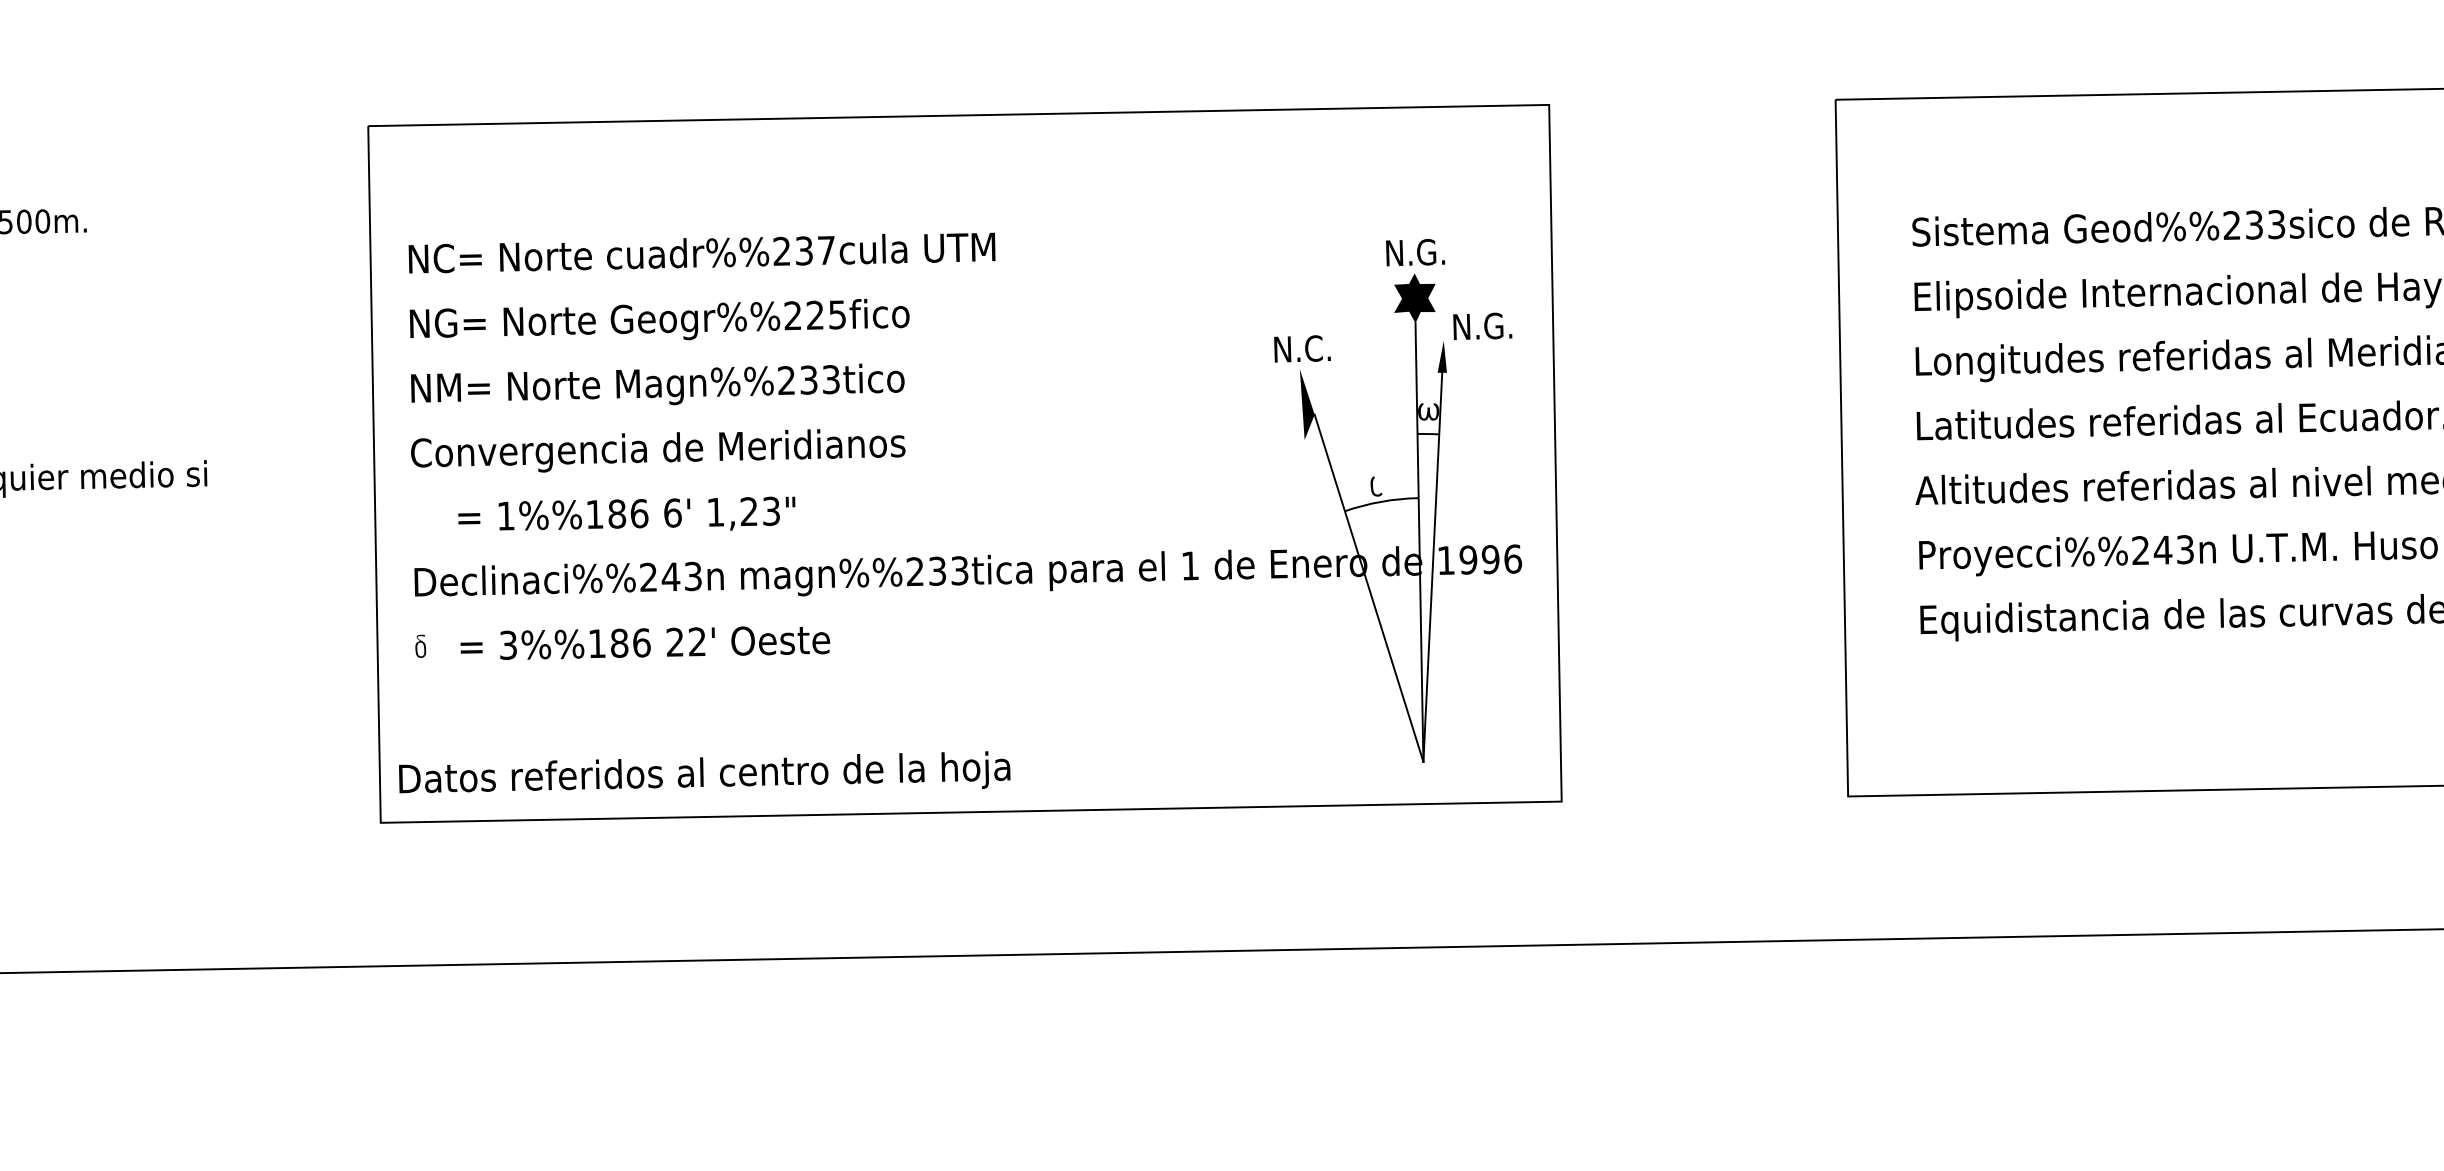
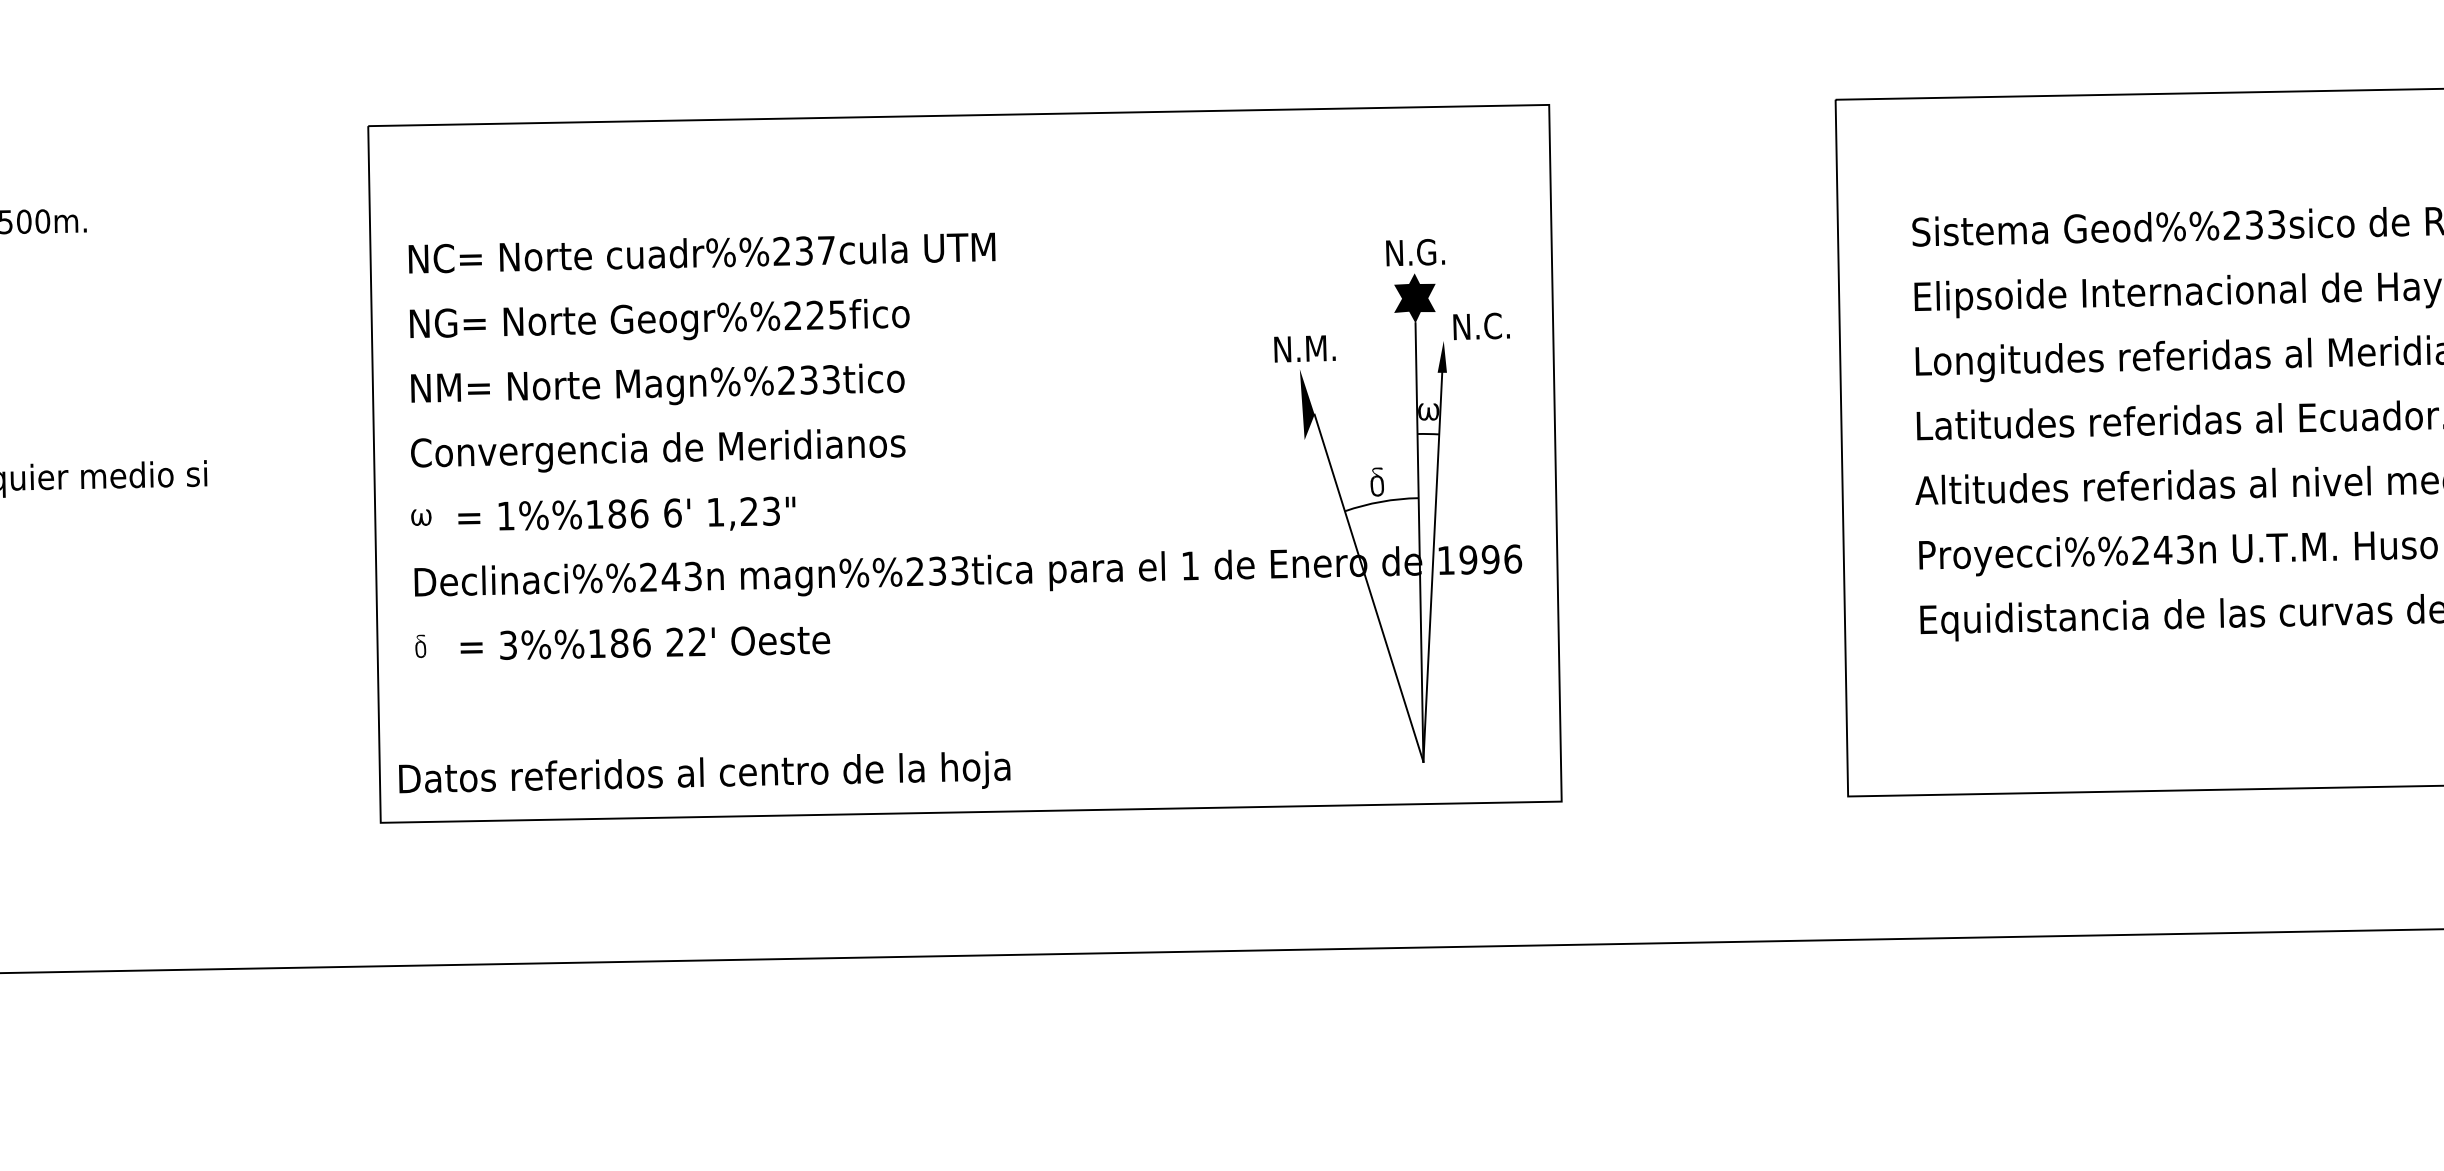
text at (1503, 325): N.G. -> N.C.
text at (1320, 348): N.C. -> N.M.
fill at (1378, 480): none -> present
fill at (421, 517): none -> present
